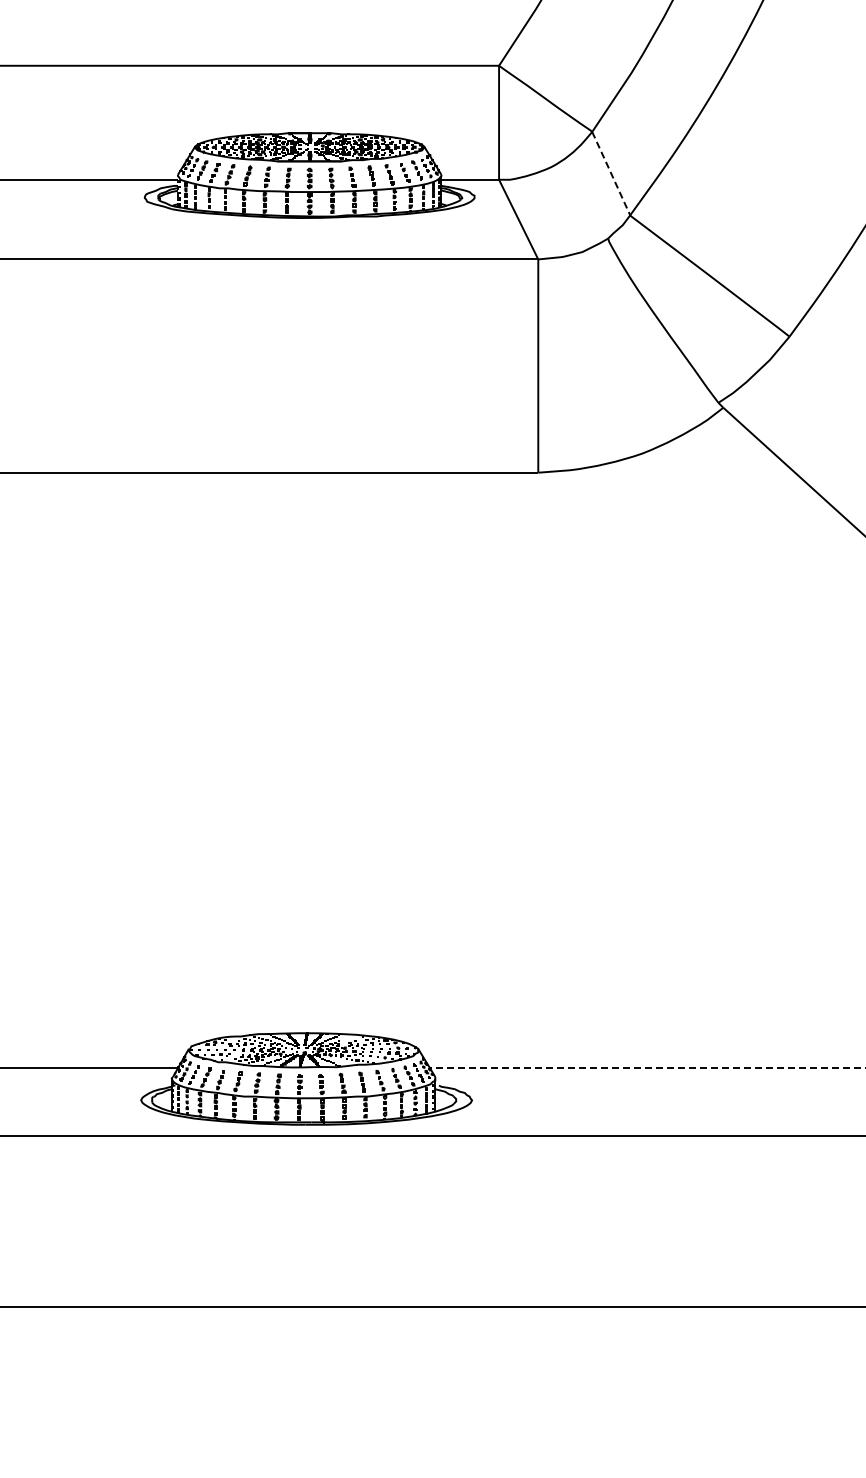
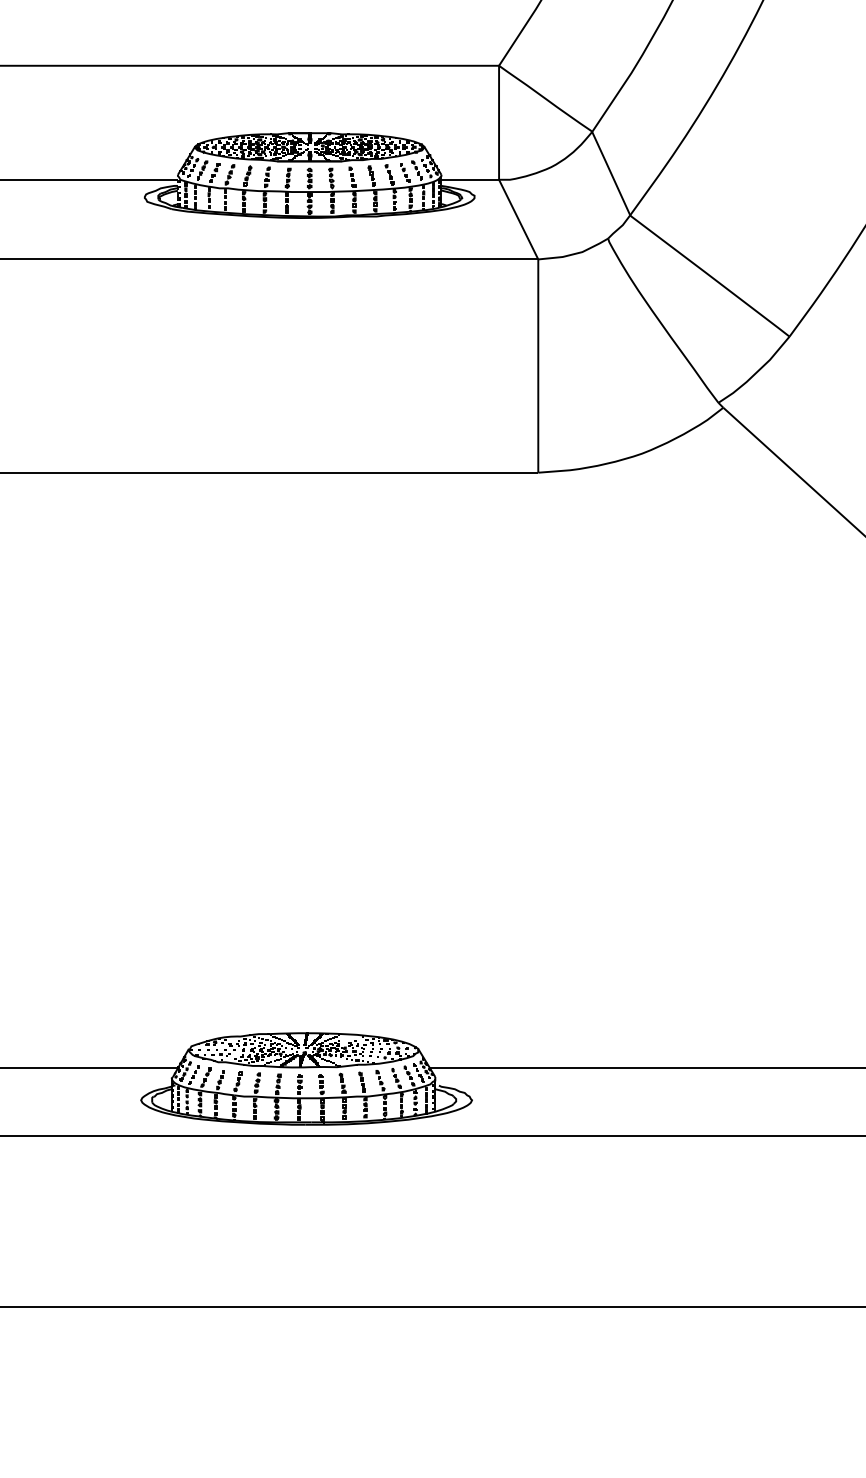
line at (611, 173): dashed -> solid
line at (647, 1068): dashed -> solid
